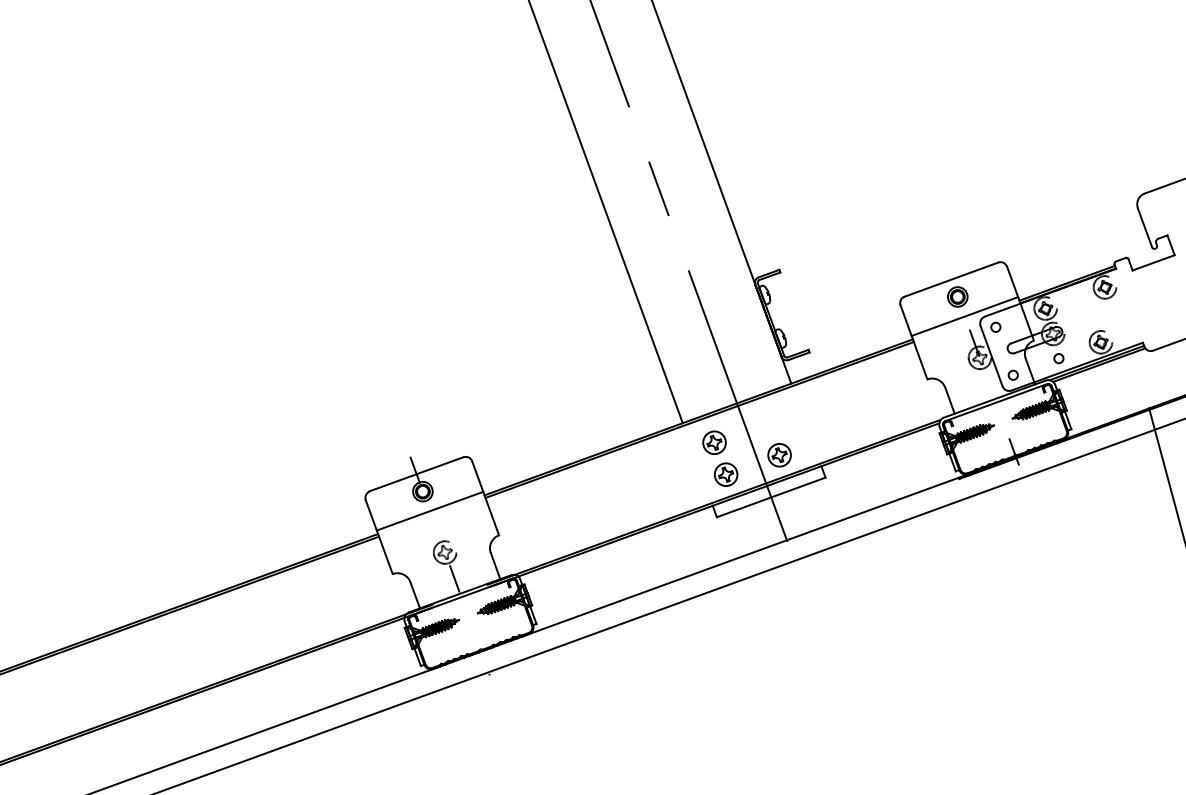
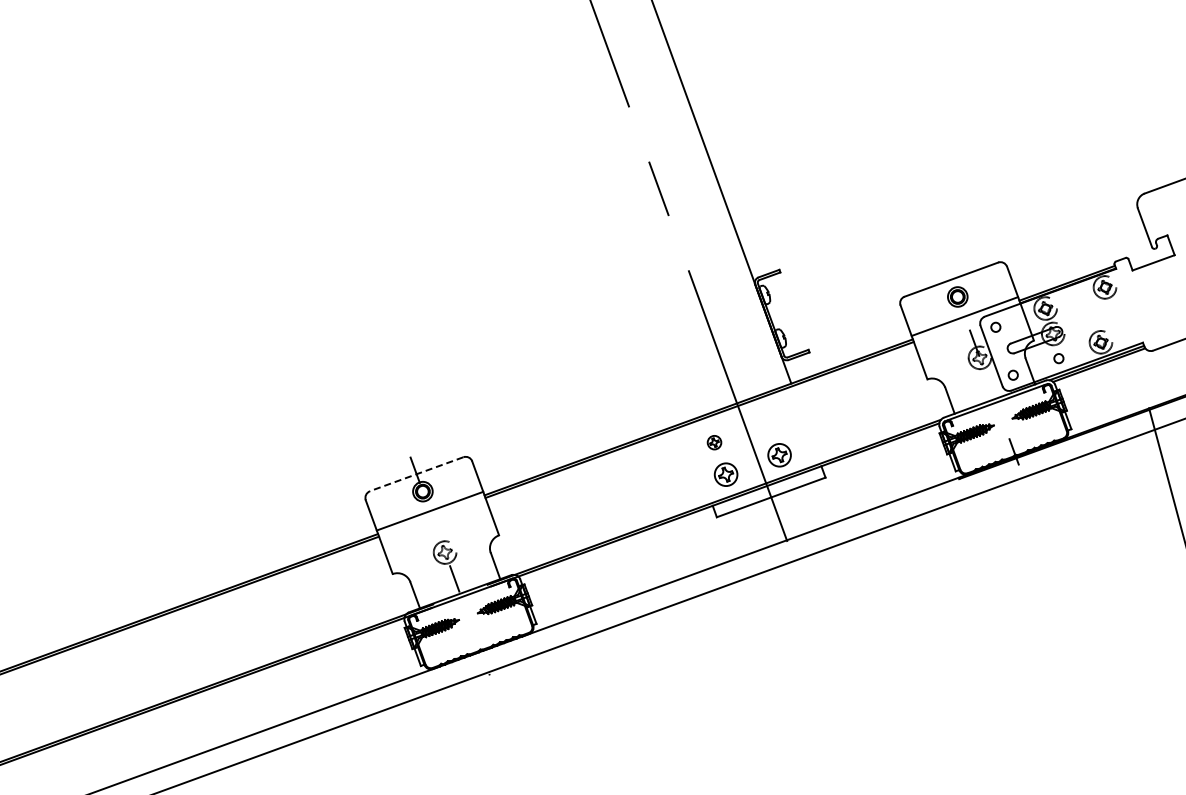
line at (605, 212): present -> none
part at (714, 442) size: 25x25 px -> 17x16 px
line at (416, 474): solid -> dashed
